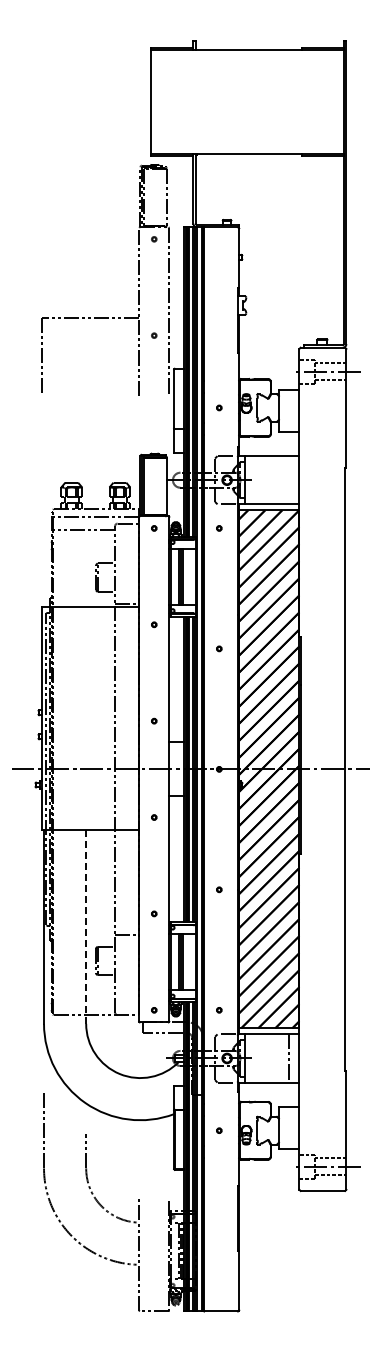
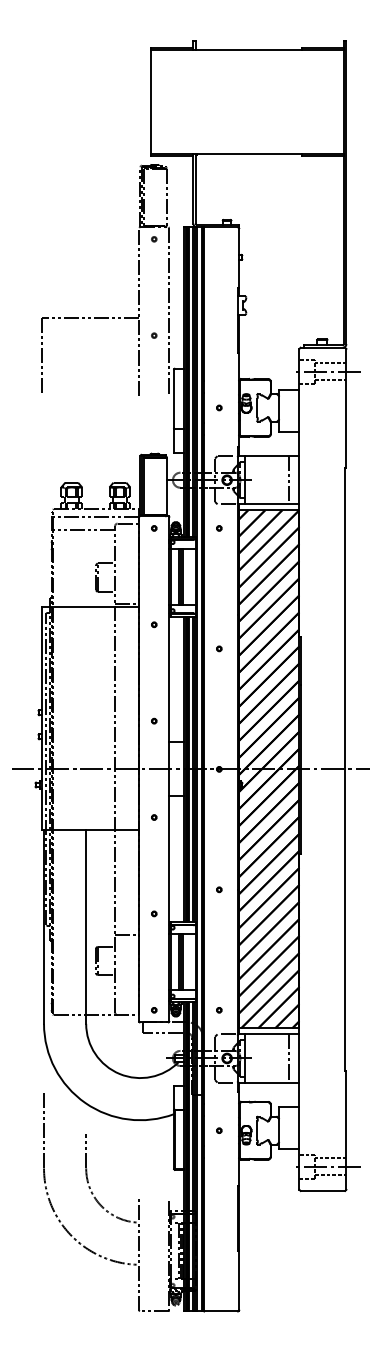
line at (288, 480): none -> present
line at (86, 926): dashed -> solid
